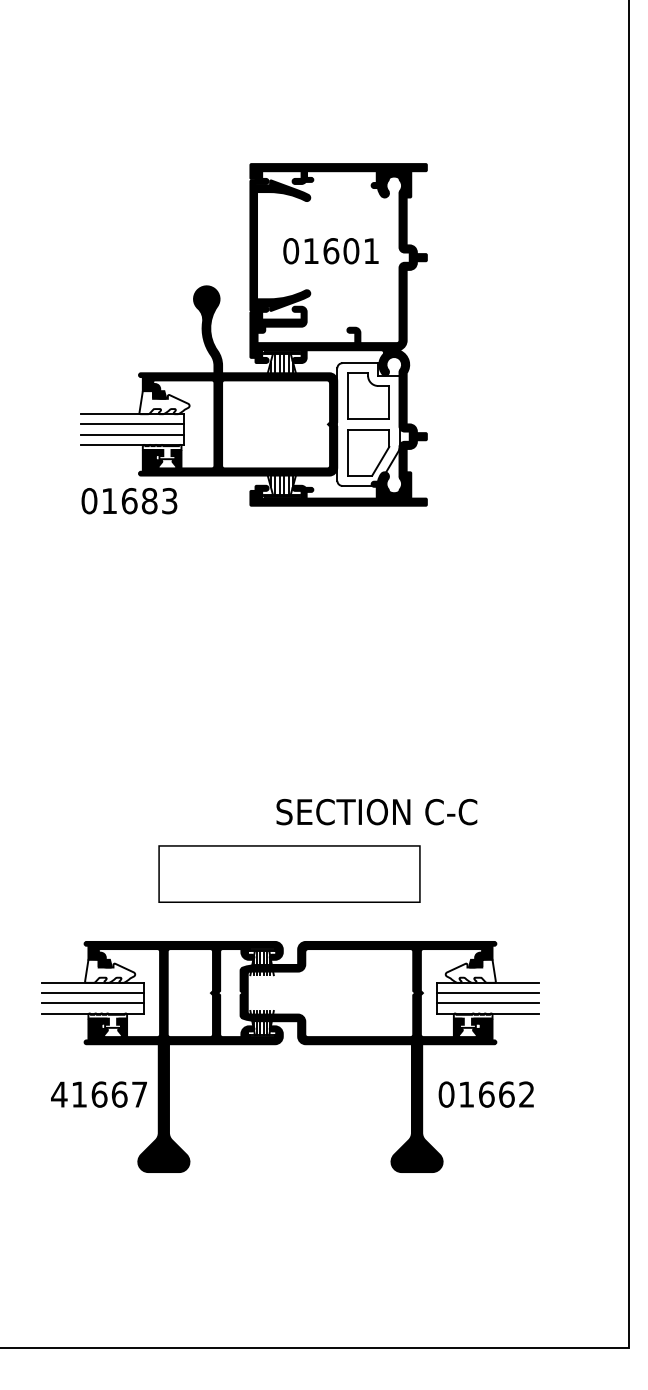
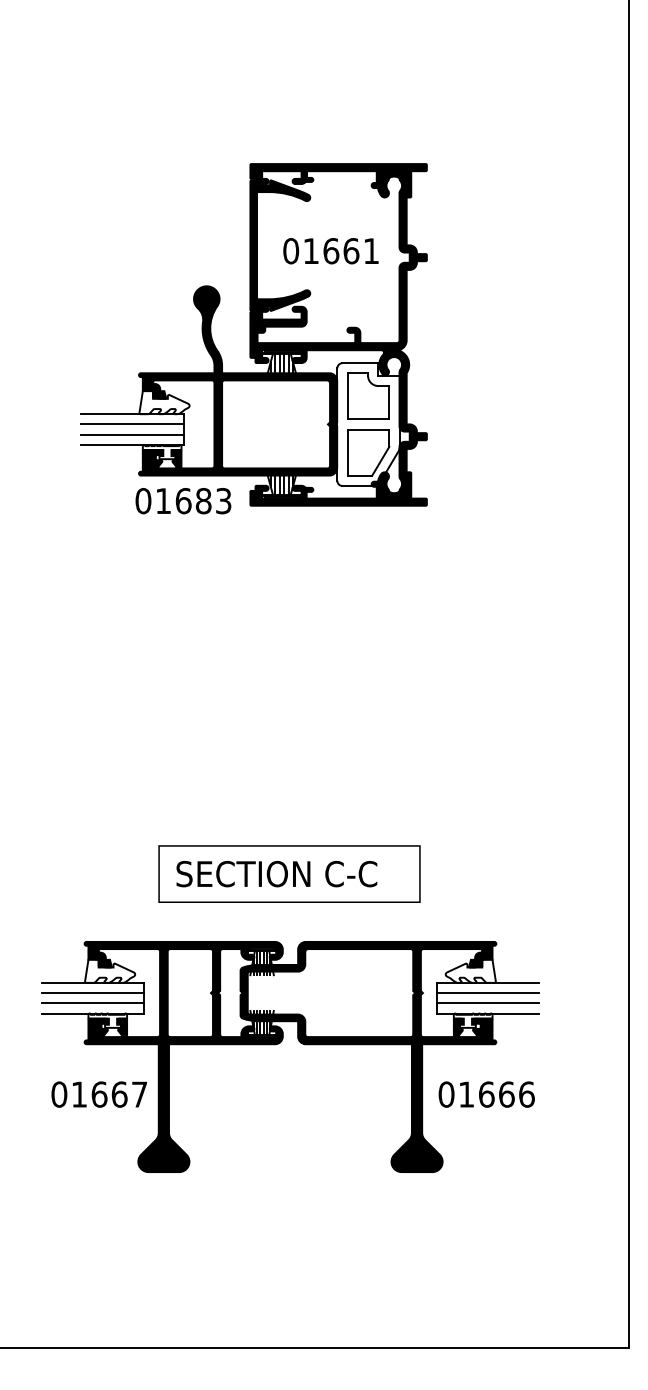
text at (351, 251): 01601 -> 01661
text at (129, 501) position: (129, 501) -> (183, 501)
text at (376, 811) position: (376, 811) -> (276, 873)
text at (59, 1094): 41667 -> 01667
text at (526, 1094): 01662 -> 01666
